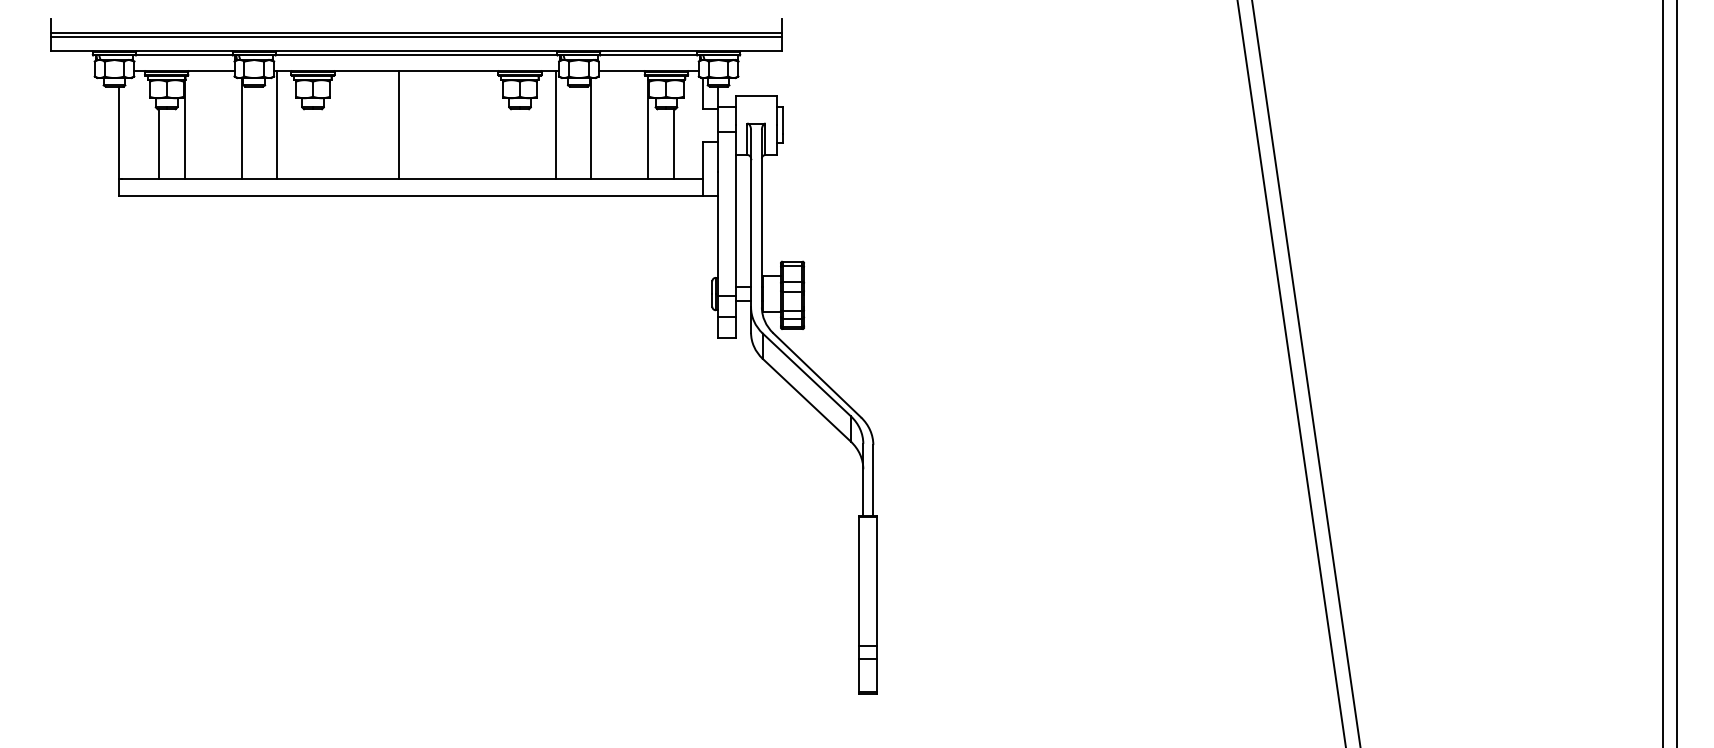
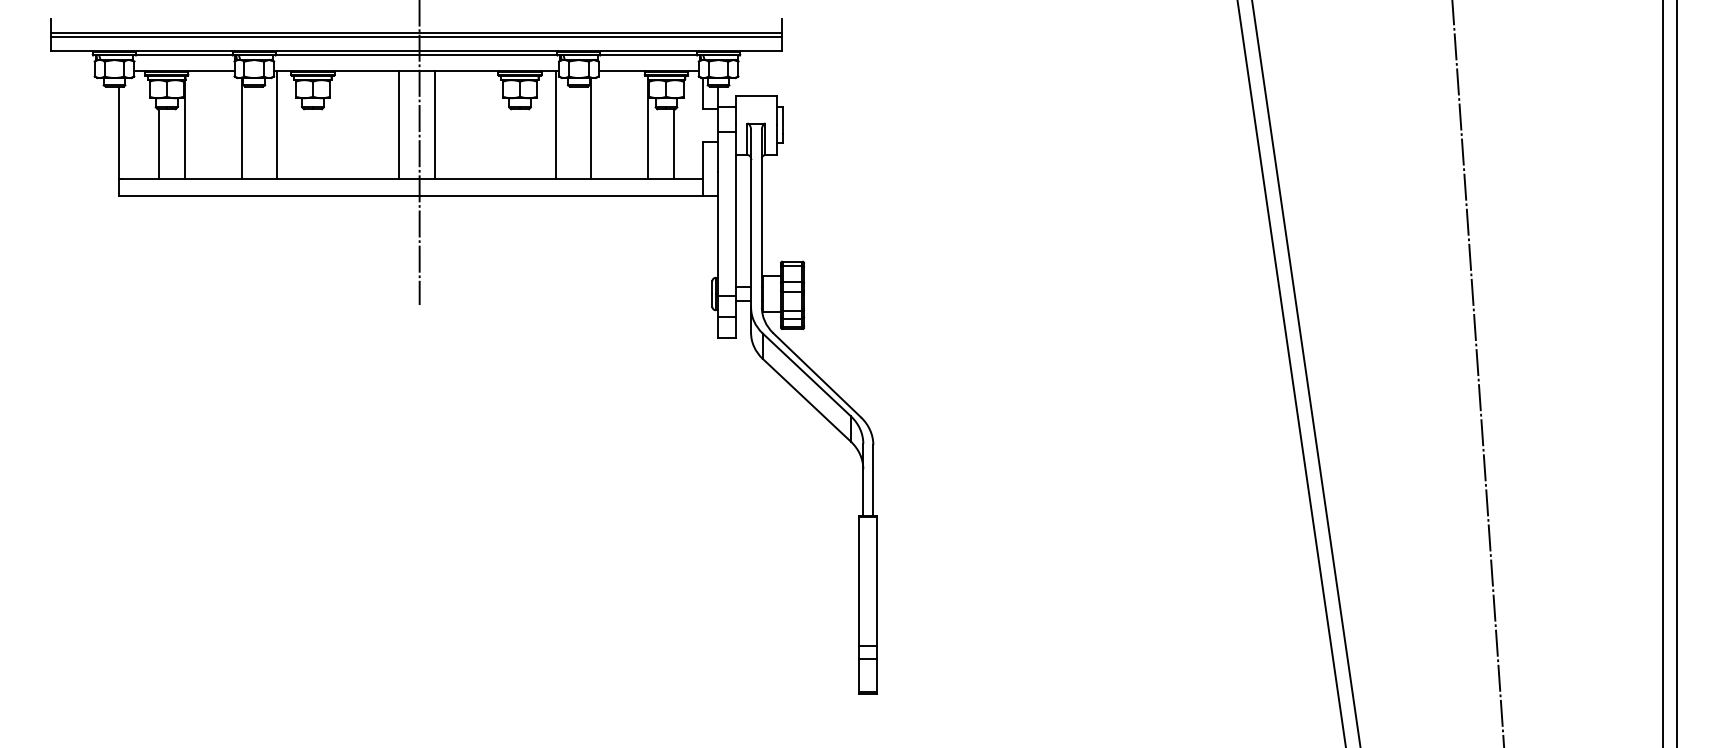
line at (434, 125): none -> present
line at (419, 153): none -> present
line at (1477, 373): none -> present
